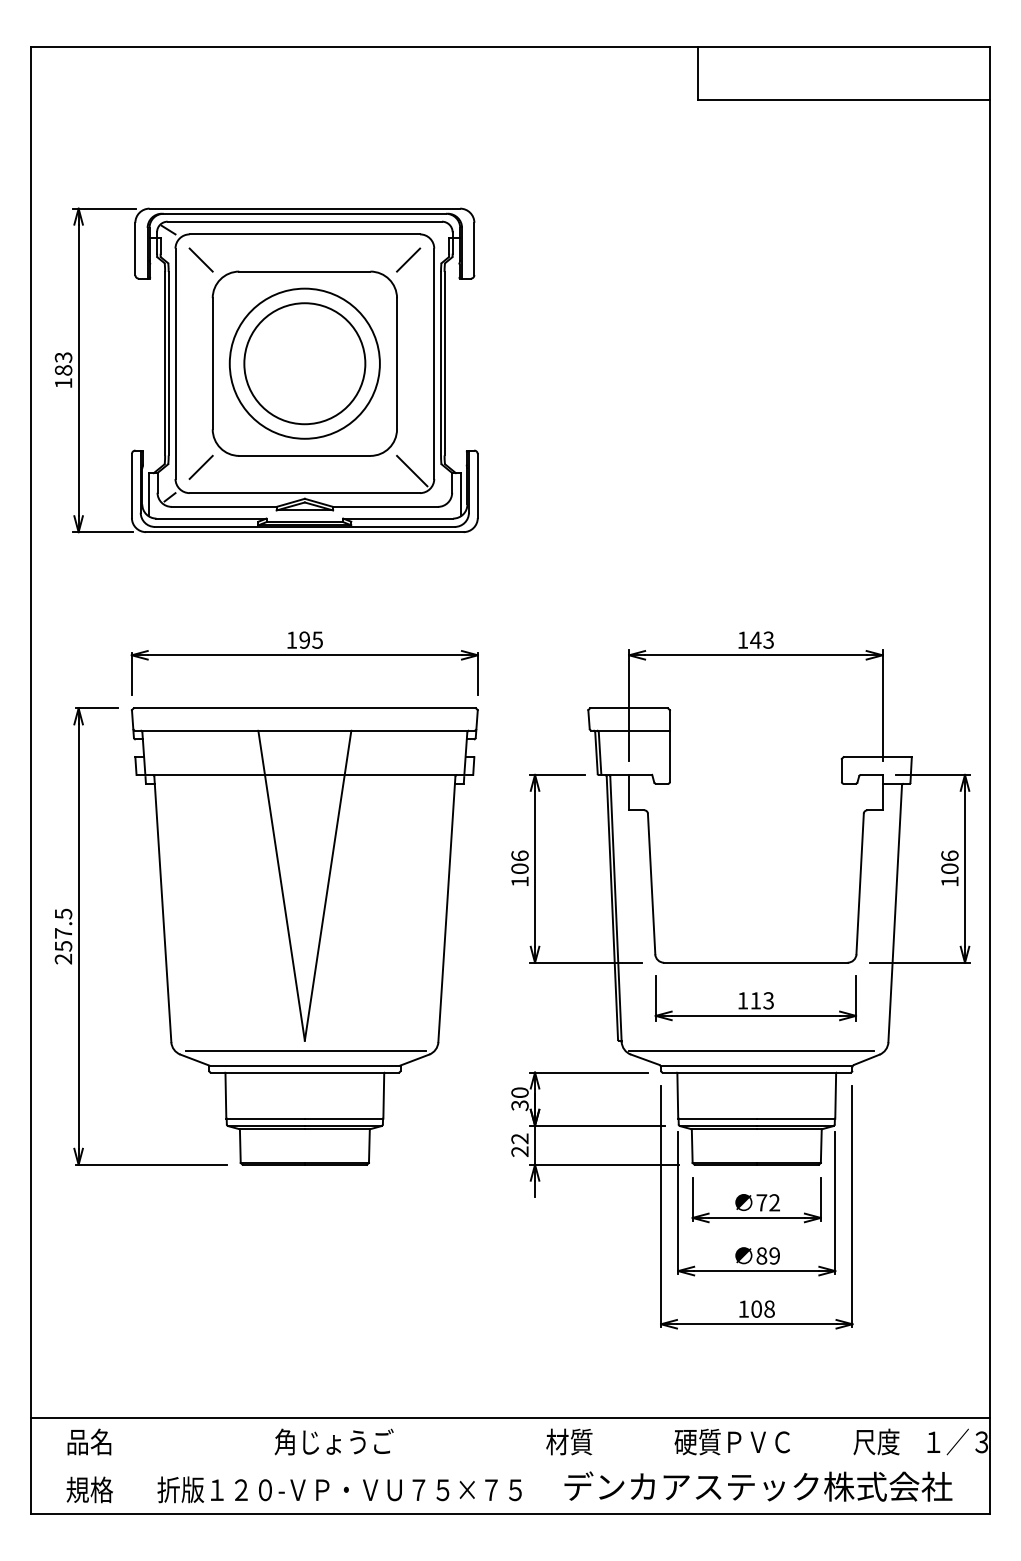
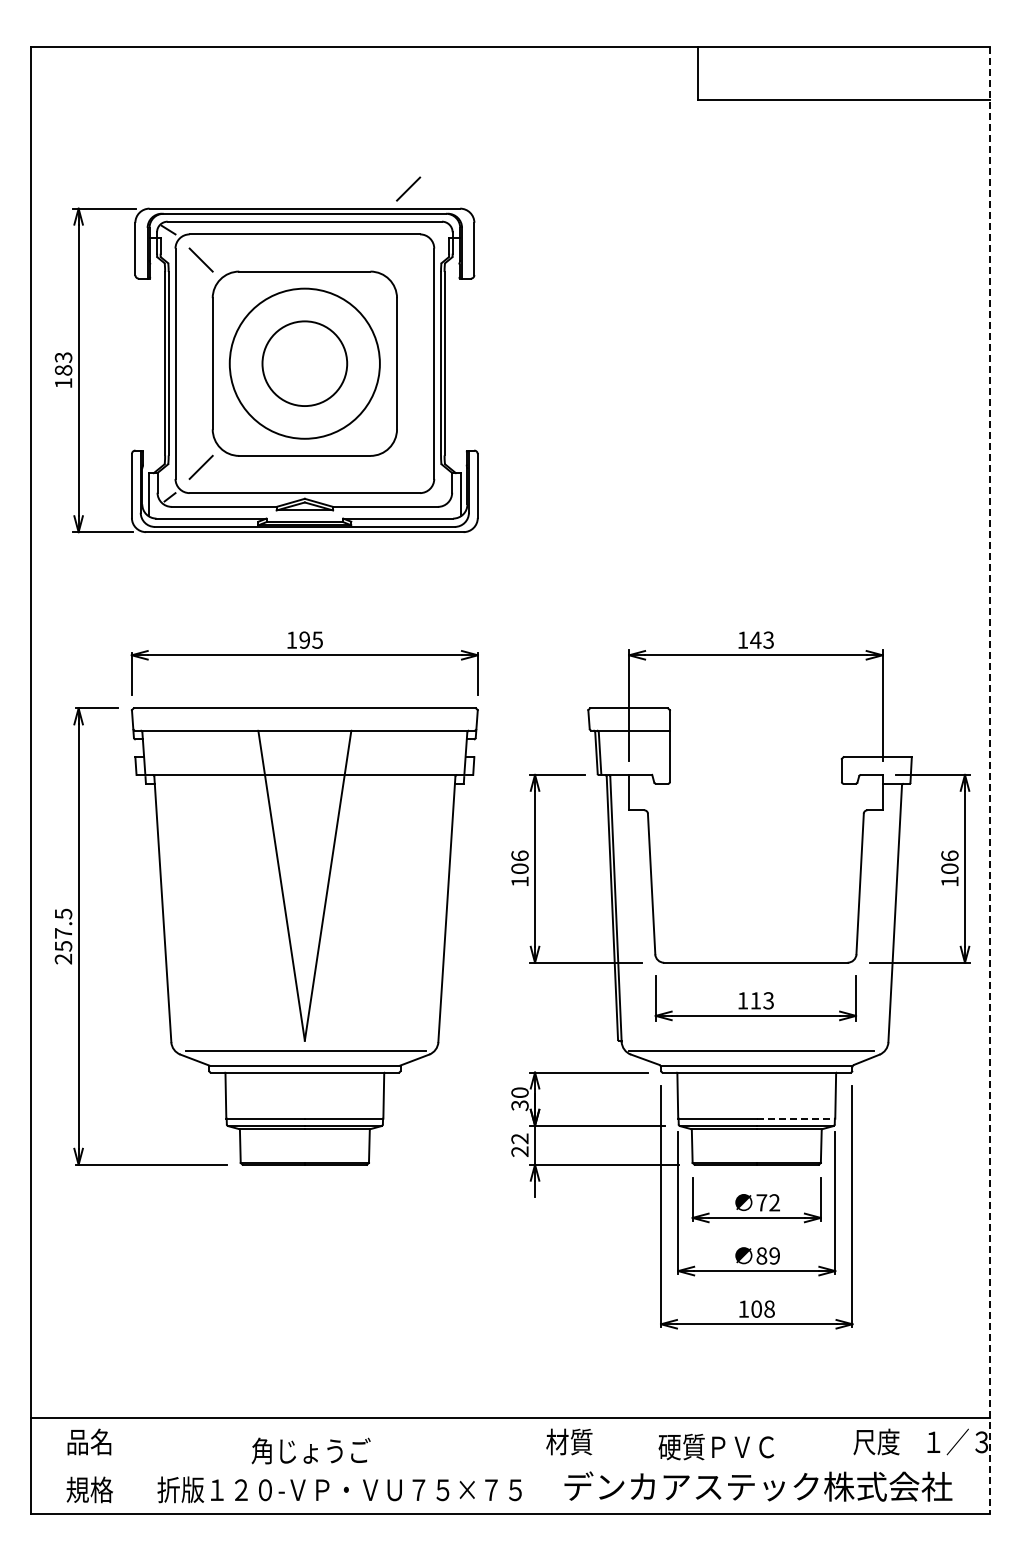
line at (408, 259) position: (408, 259) -> (408, 188)
circle at (304, 363) diameter: 121 px -> 85 px
line at (412, 470): present -> none
line at (990, 780): solid -> dashed
line at (796, 1118): solid -> dashed
text at (333, 1441) position: (333, 1441) -> (310, 1450)
text at (731, 1441) position: (731, 1441) -> (715, 1446)
